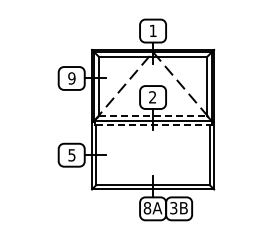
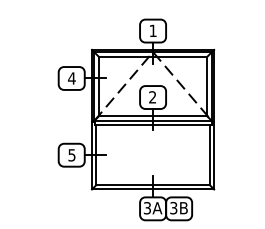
text at (71, 78): 9 -> 4
line at (153, 116): dashed -> solid
line at (153, 125): dashed -> solid
text at (147, 208): 8A -> 3A
